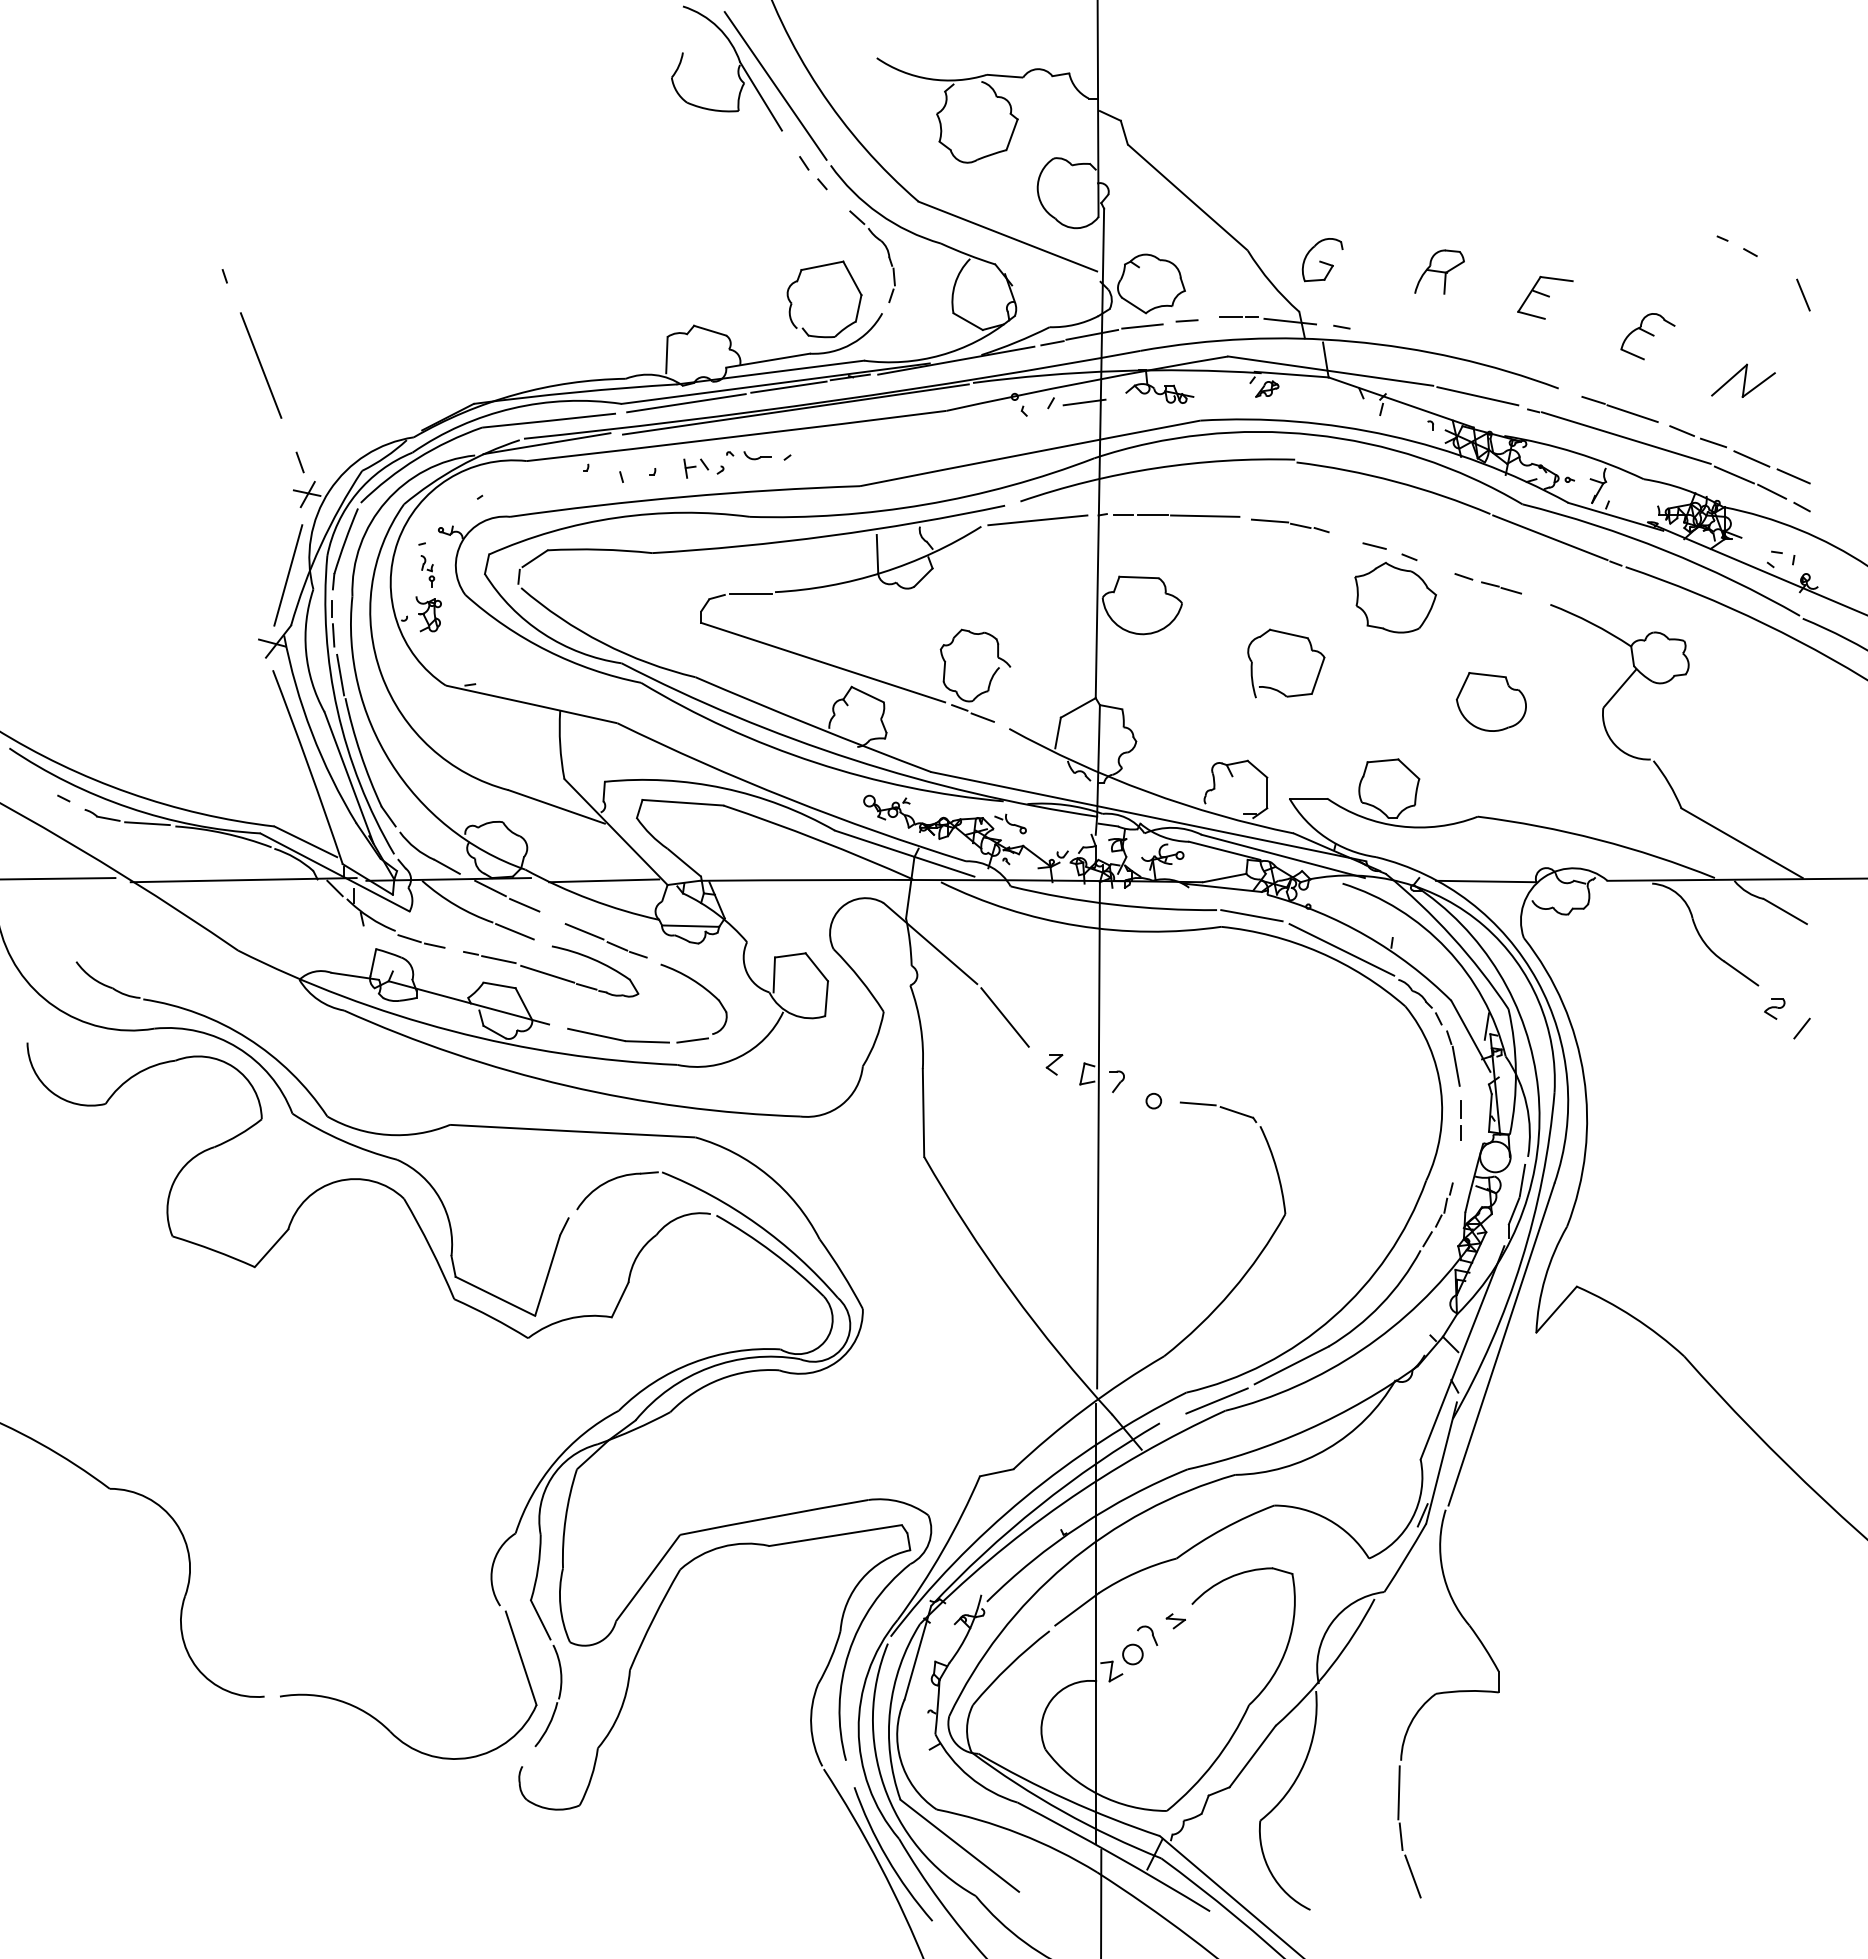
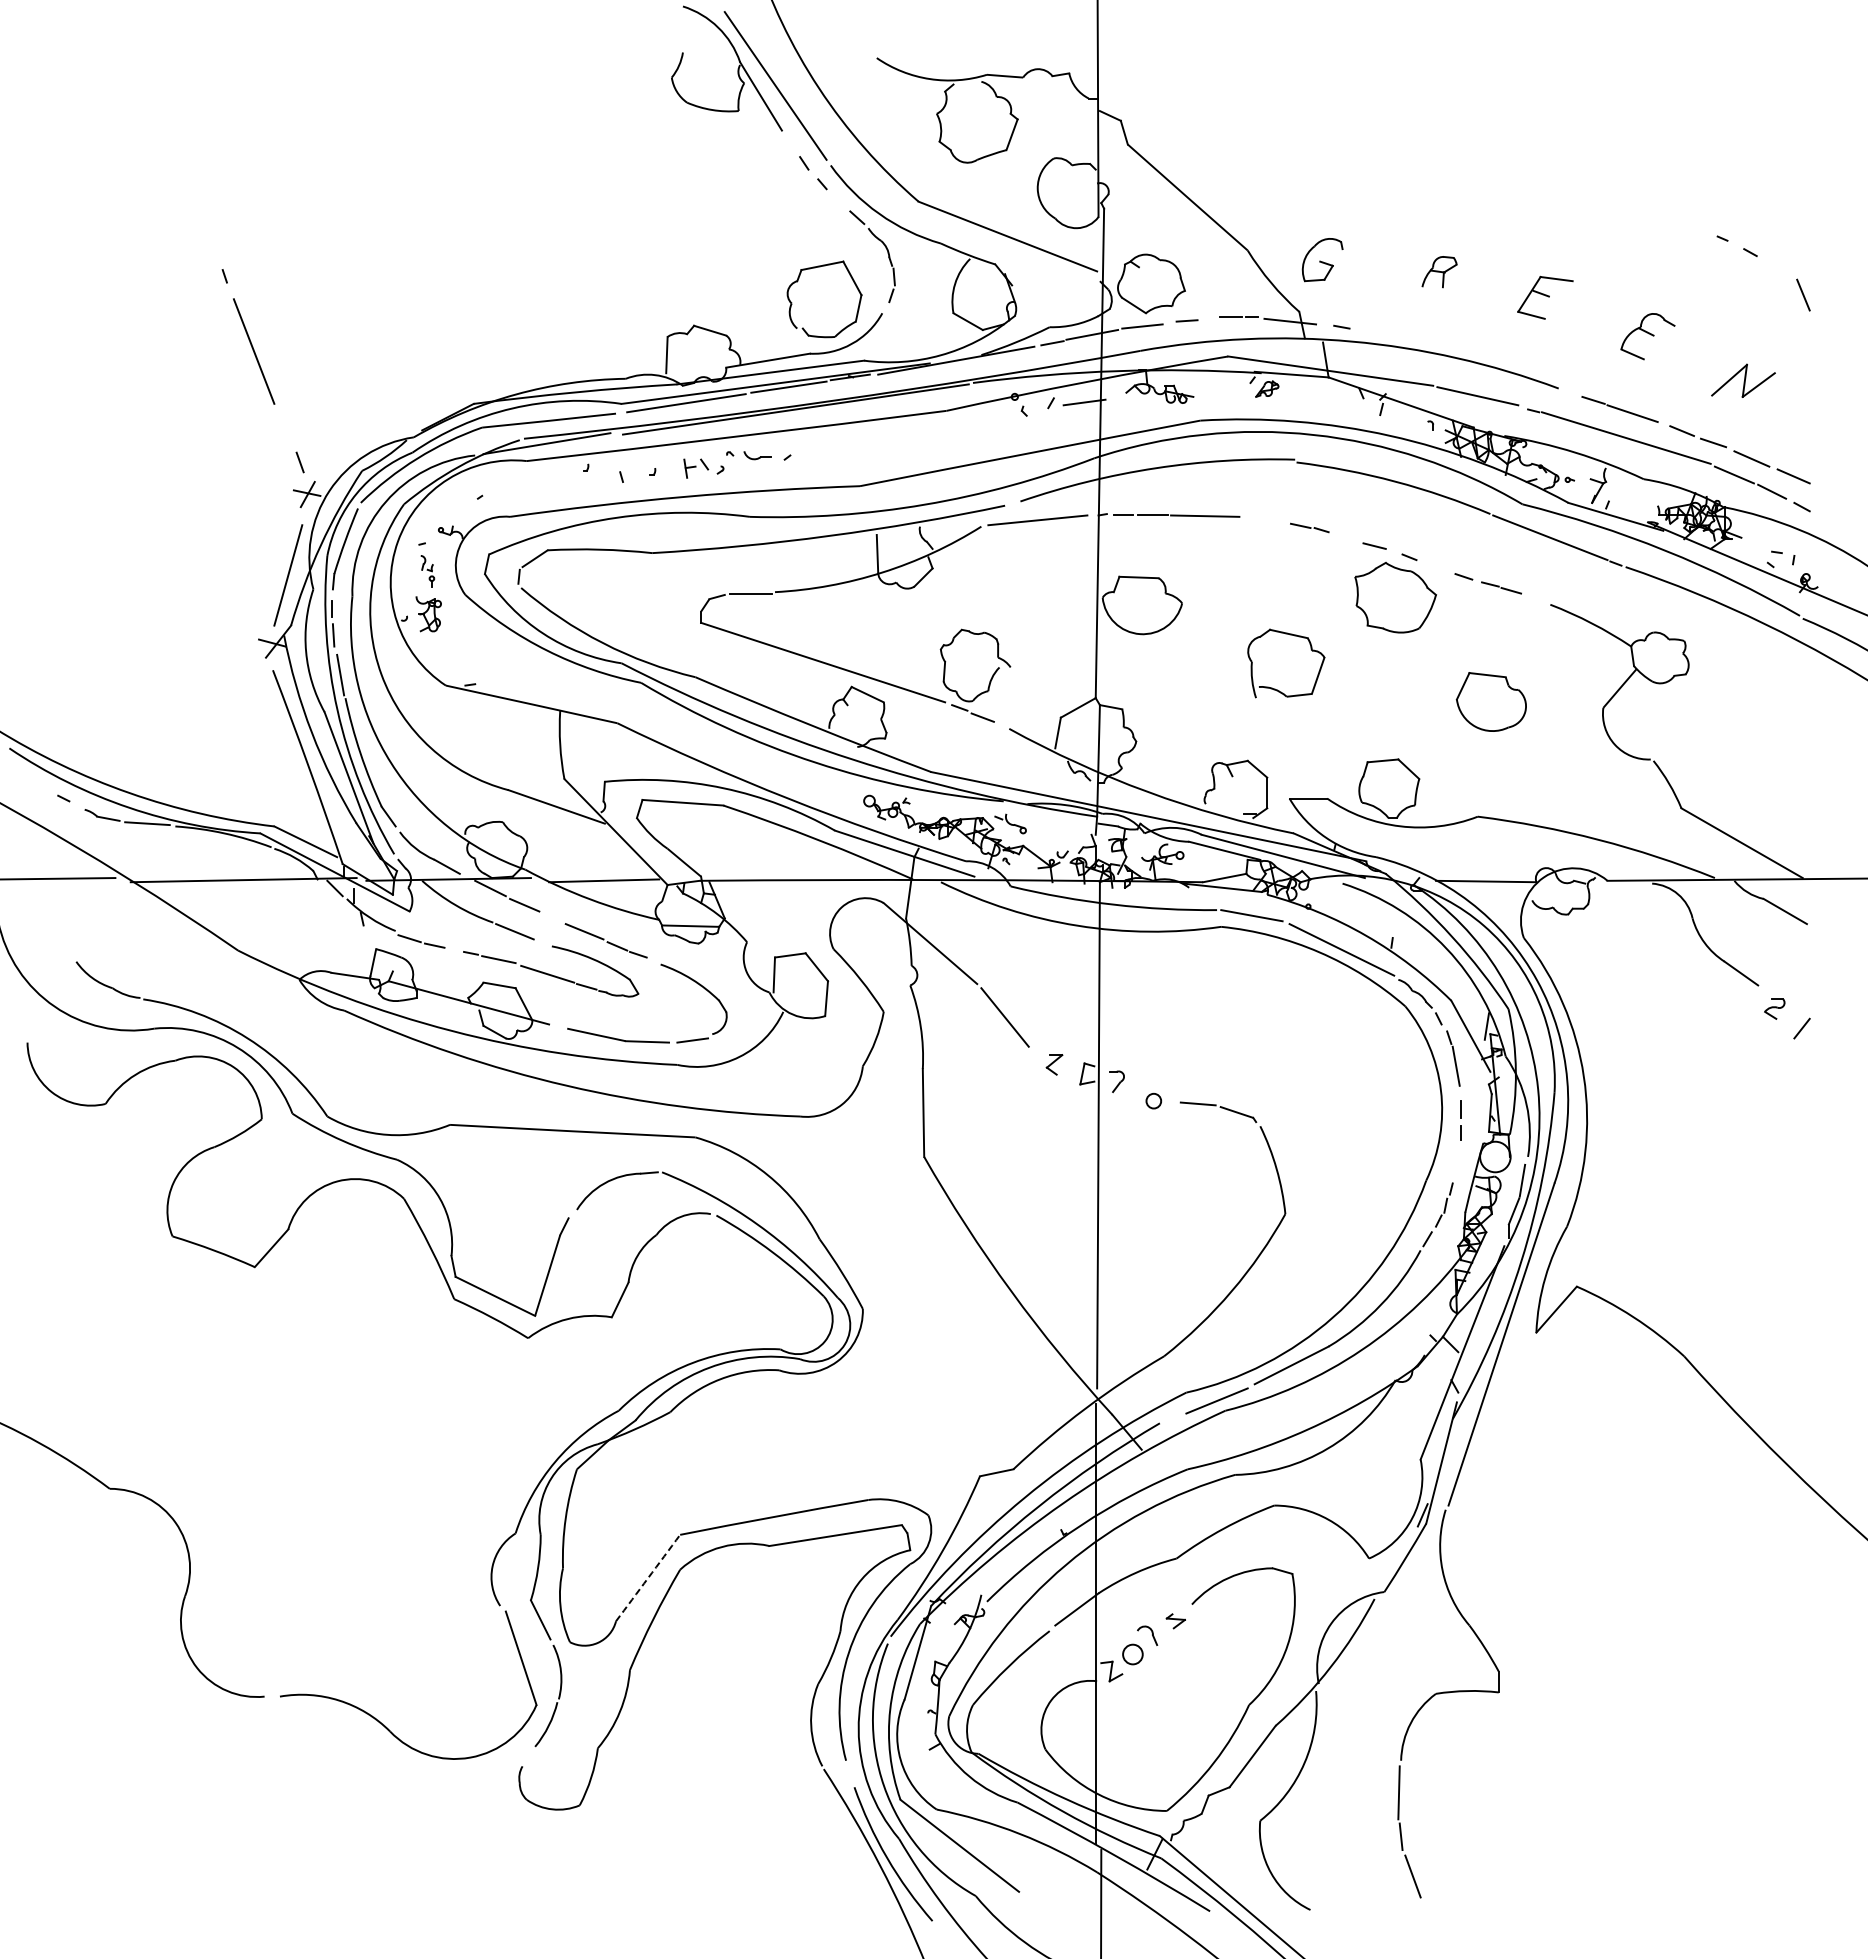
part at (1439, 271) size: 51x46 px -> 37x33 px
line at (261, 365) position: (261, 365) -> (254, 351)
line at (1269, 520): present -> none
arc at (648, 1578): solid -> dashed
